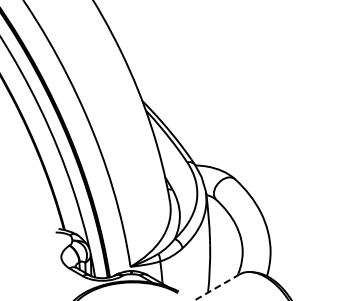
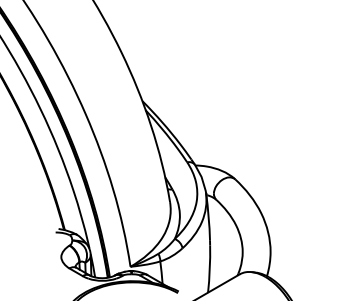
line at (216, 287): dashed -> solid
